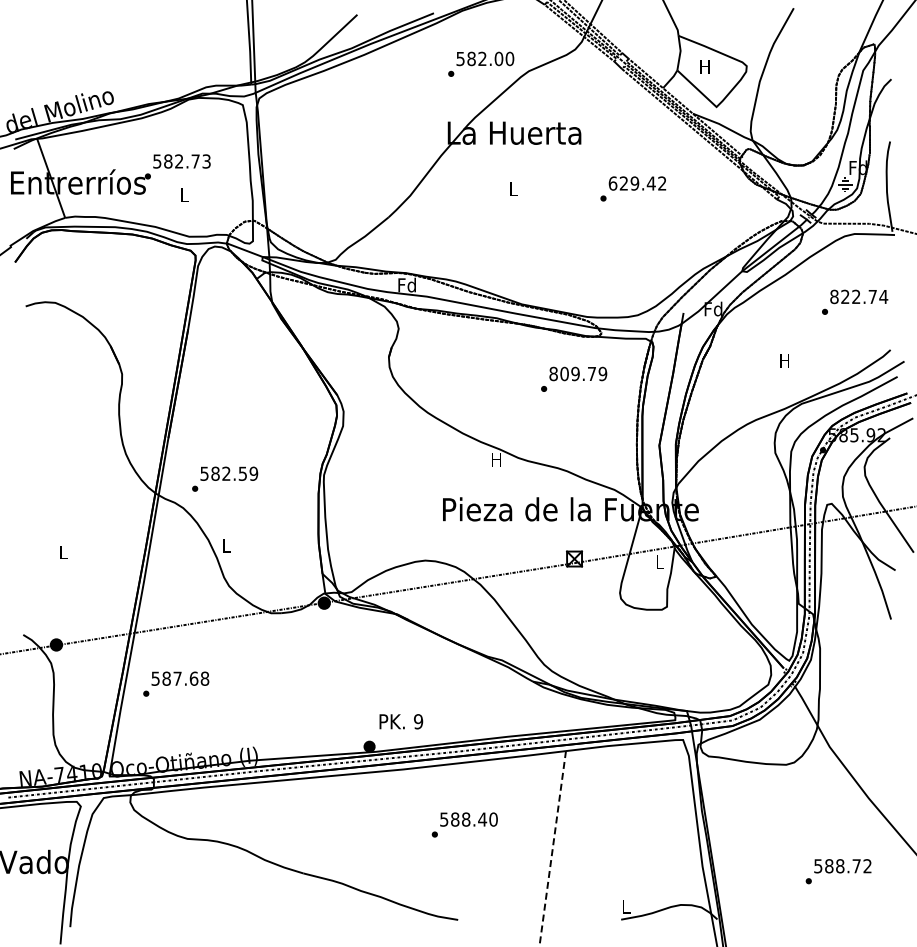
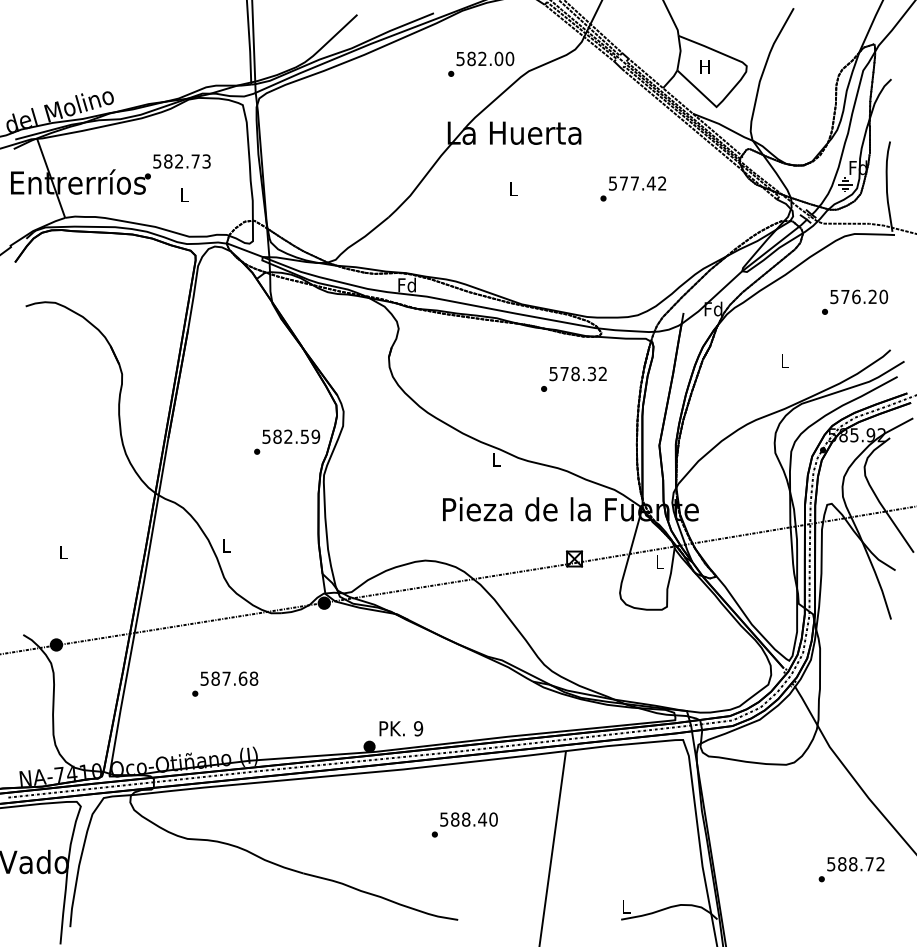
text at (623, 183): 629.42 -> 577.42
text at (859, 296): 822.74 -> 576.20
text at (784, 360): H -> L
text at (578, 373): 809.79 -> 578.32
text at (496, 459): H -> L
text at (225, 478) position: (225, 478) -> (287, 441)
text at (176, 683) position: (176, 683) -> (225, 683)
text at (401, 721) position: (401, 721) -> (401, 728)
line at (552, 849): dashed -> solid
text at (838, 871) position: (838, 871) -> (851, 869)
